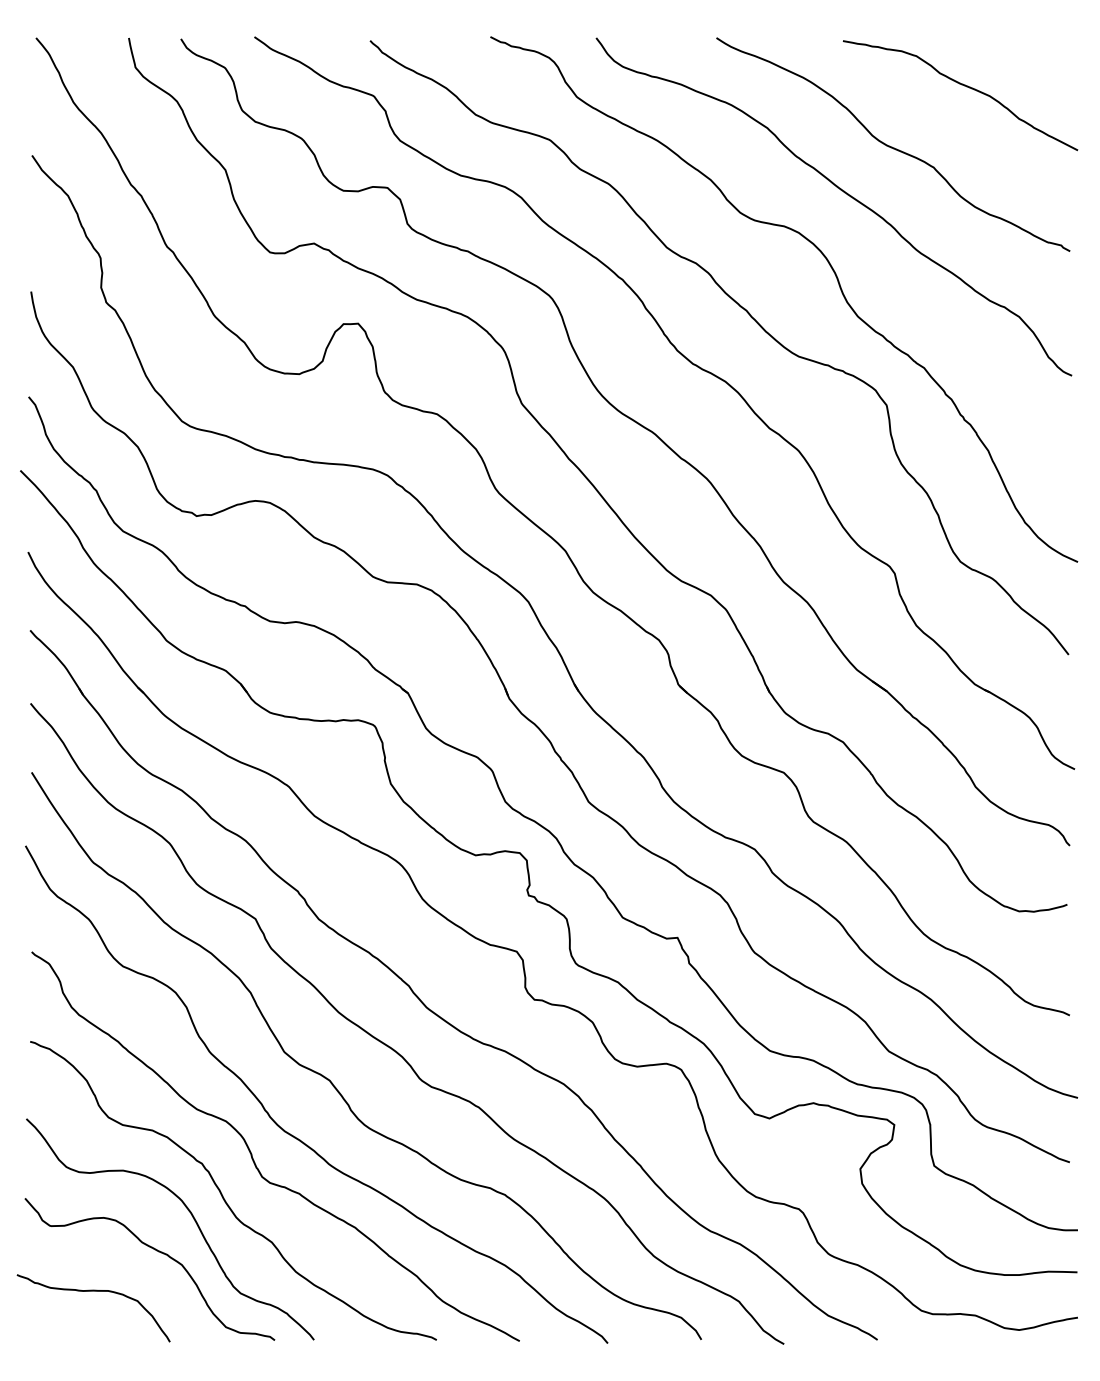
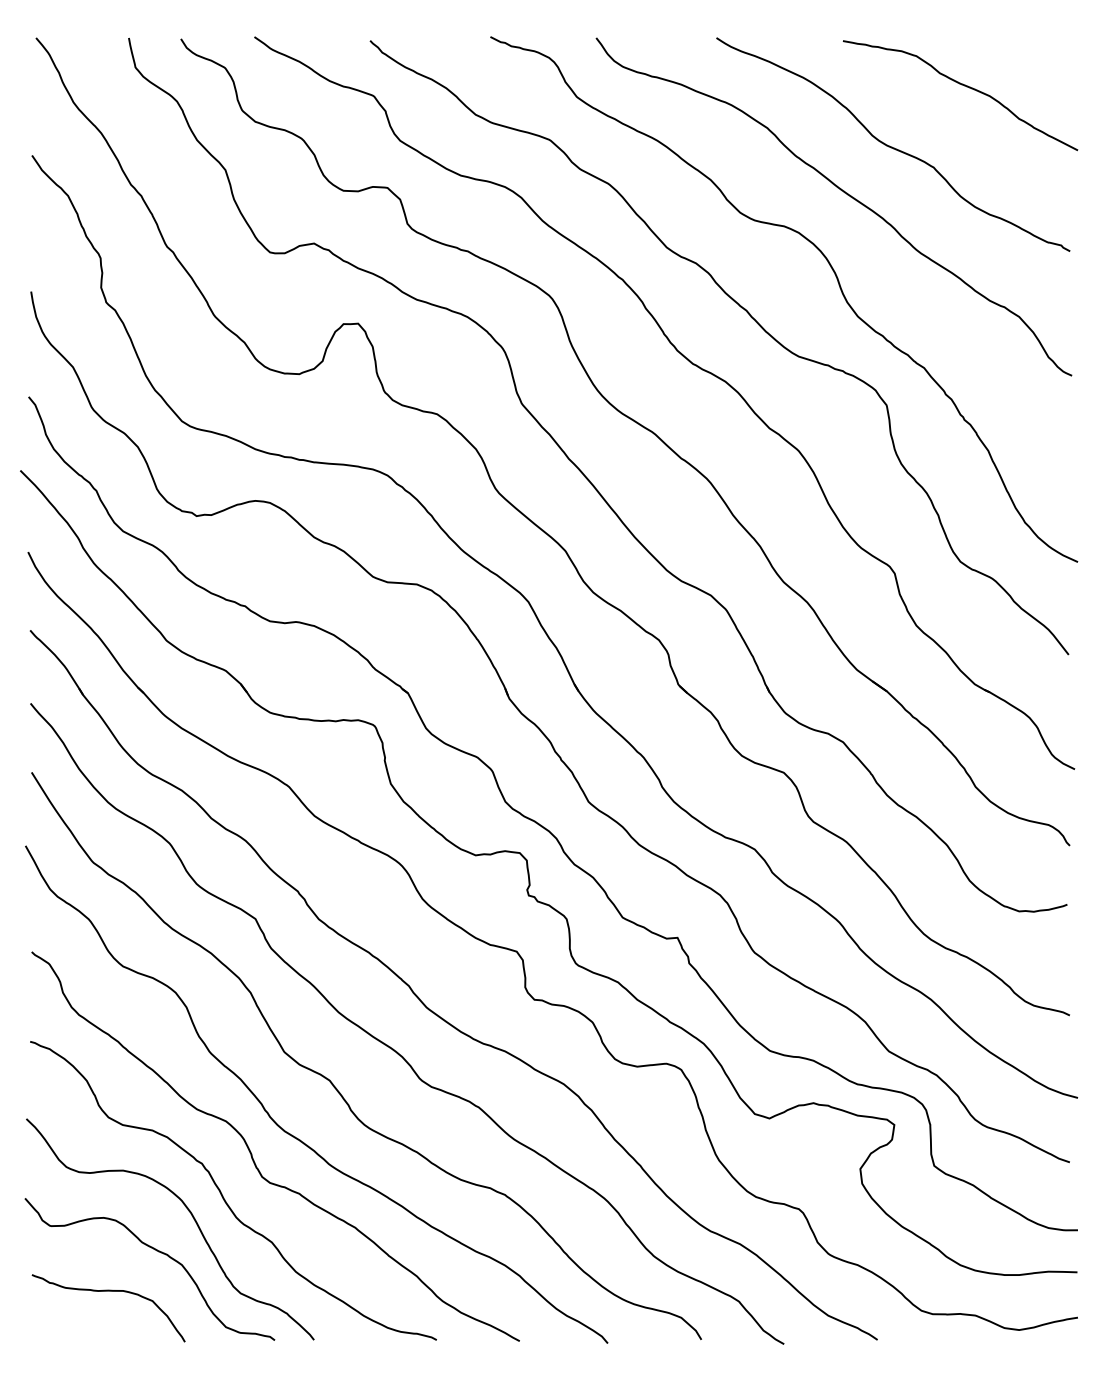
curve at (93, 1291) position: (93, 1291) -> (108, 1291)
